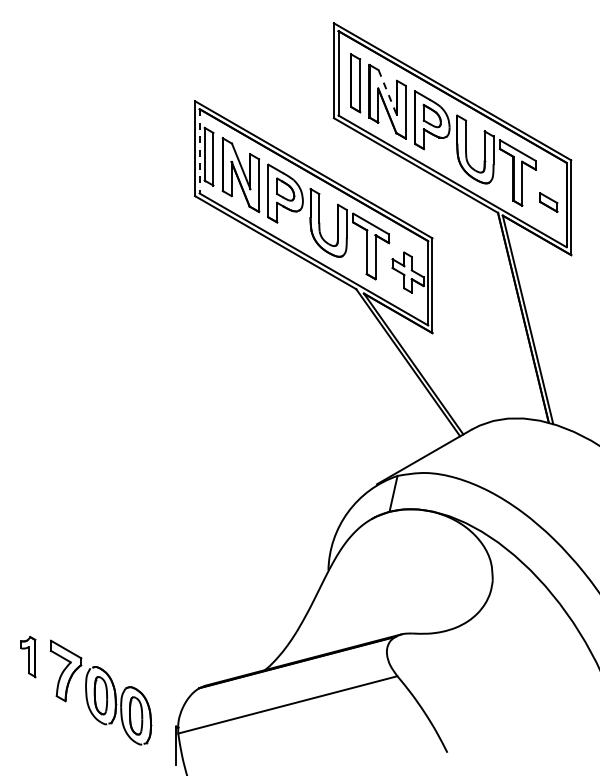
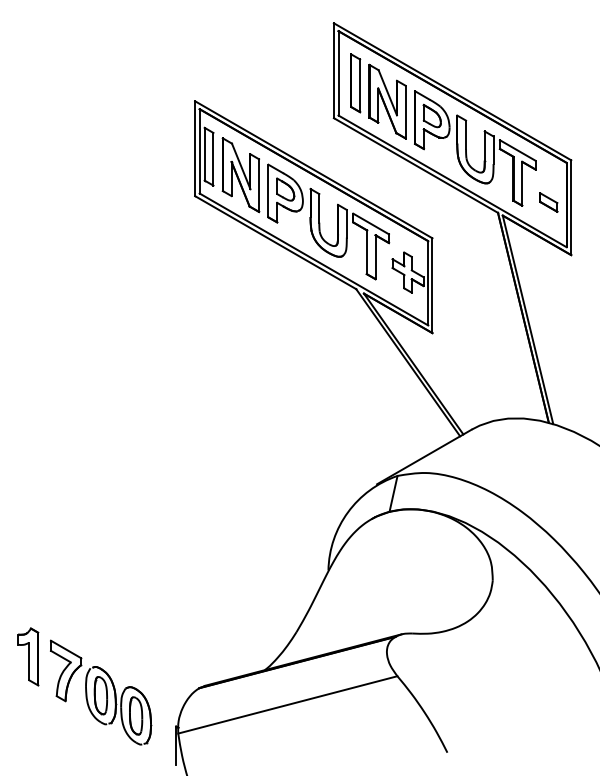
line at (388, 93): dashed -> solid
line at (199, 151): dashed -> solid
part at (28, 657) size: 17x43 px -> 23x60 px
